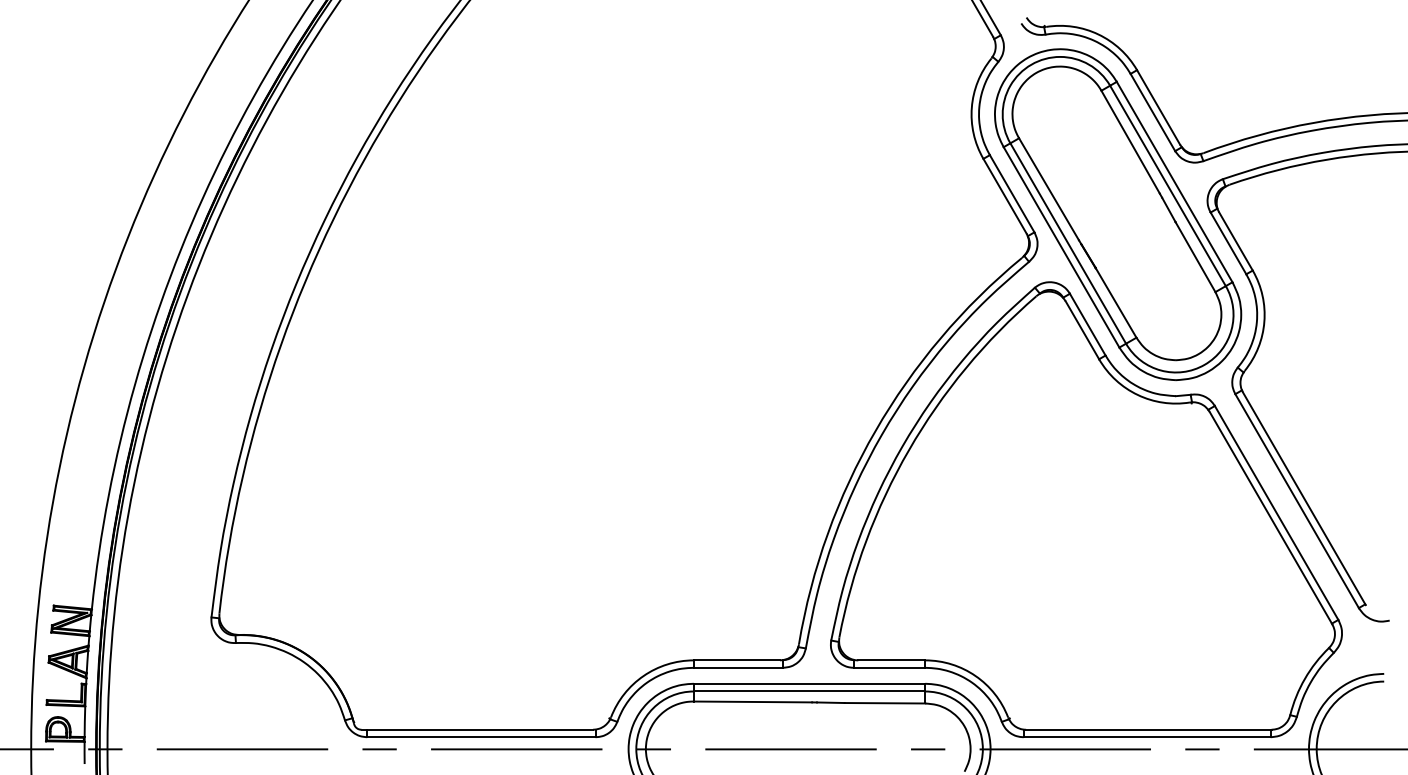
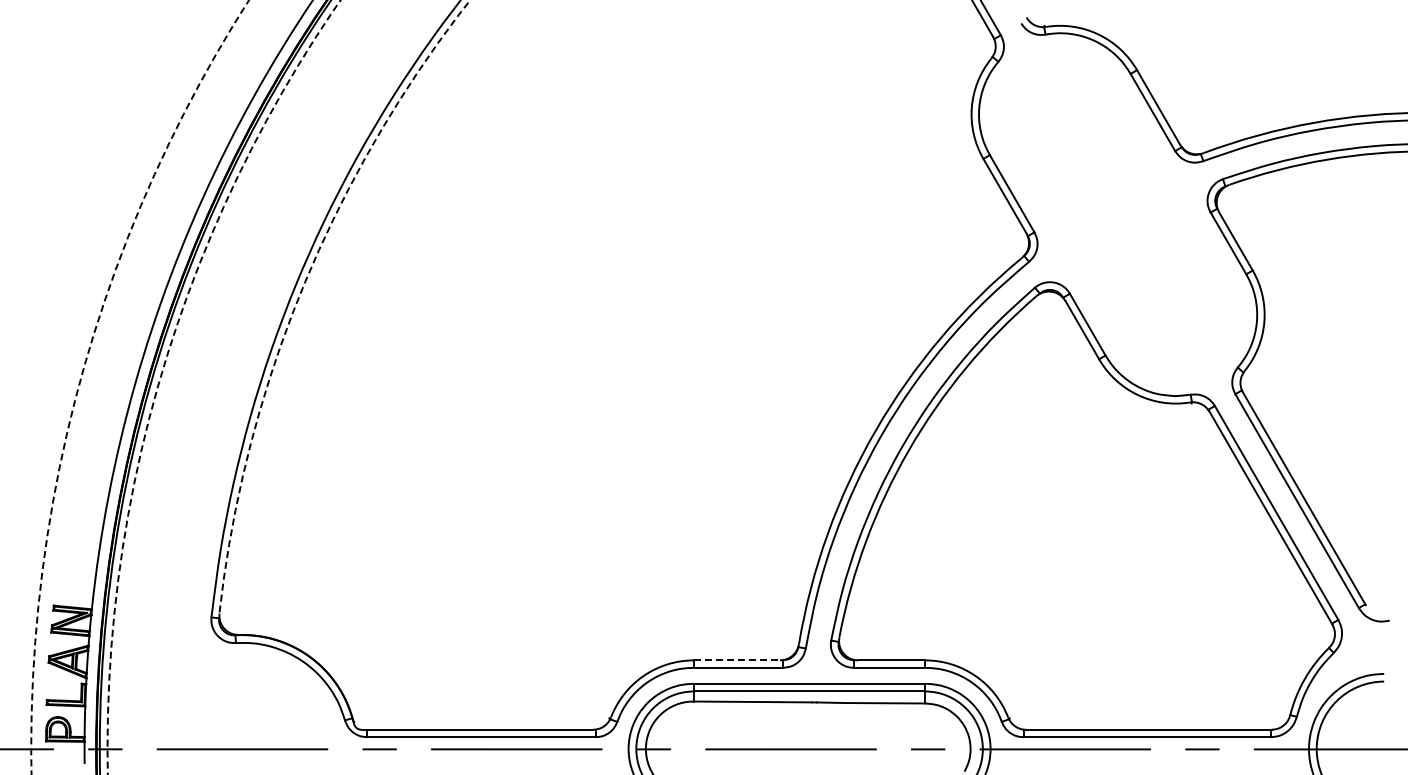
part at (1118, 214): present -> none
arc at (302, 287): solid -> dashed
circle at (139, 387): solid -> dashed
circle at (223, 387): solid -> dashed
line at (737, 660): solid -> dashed
